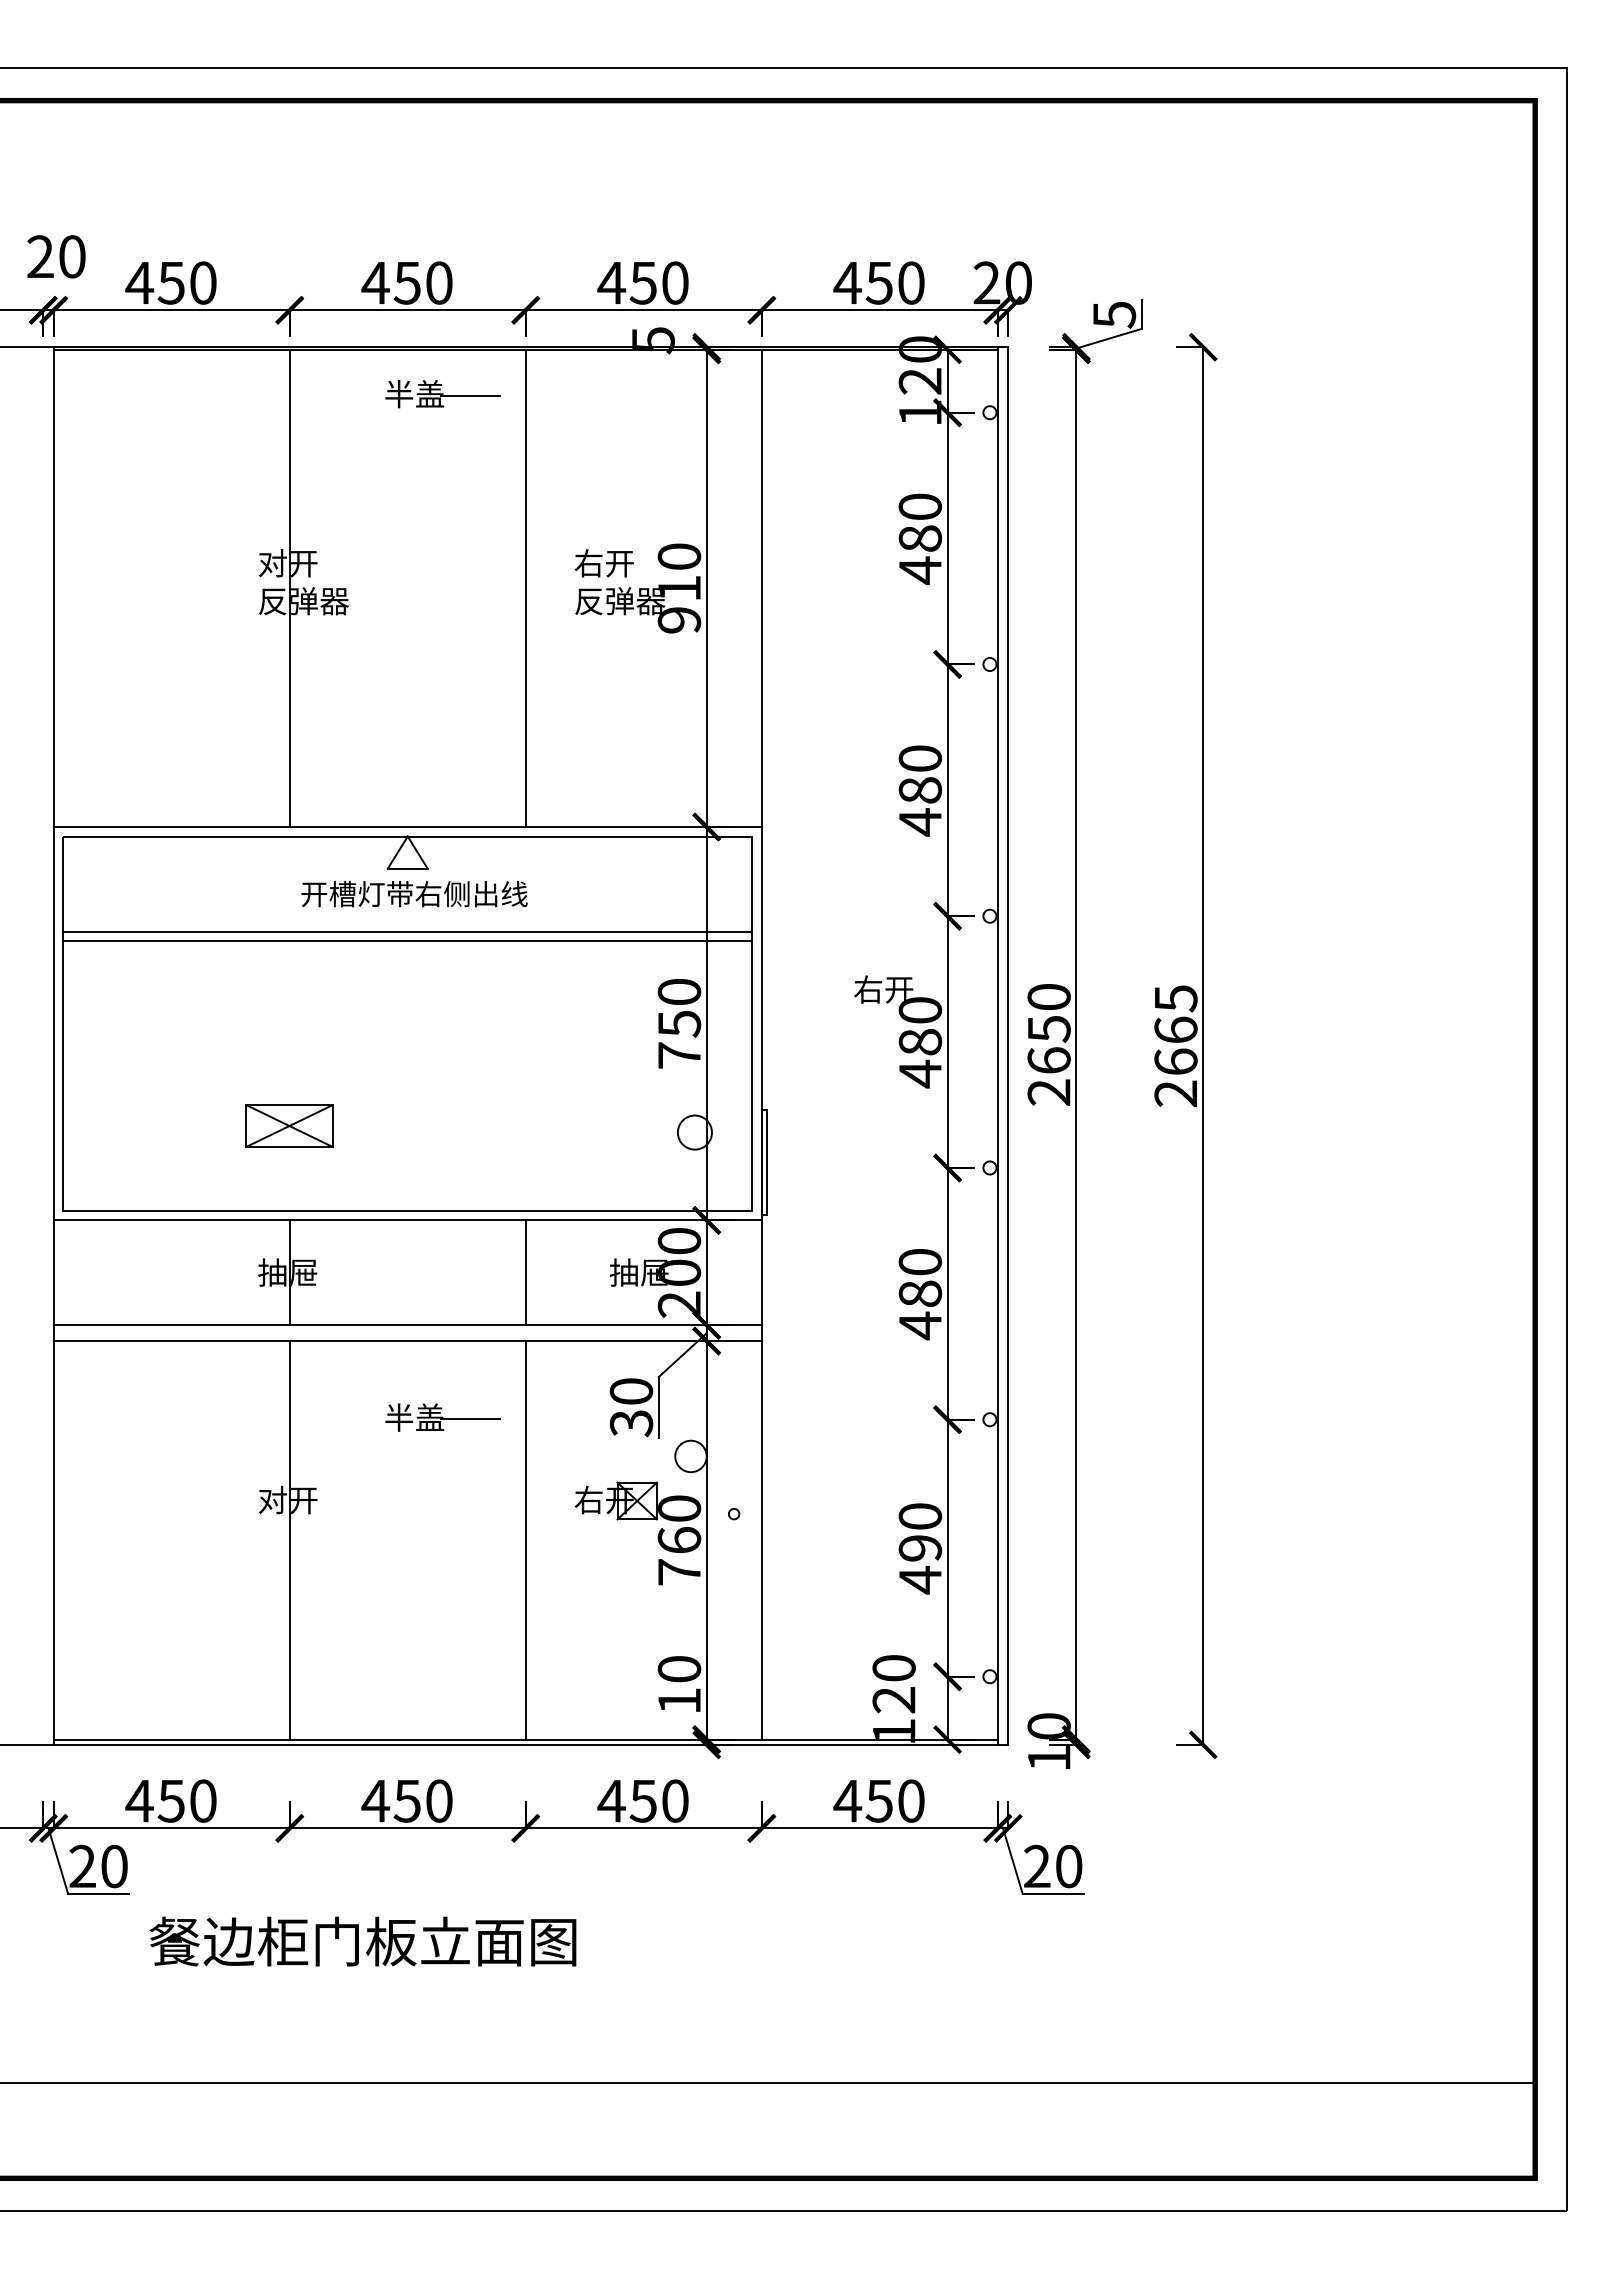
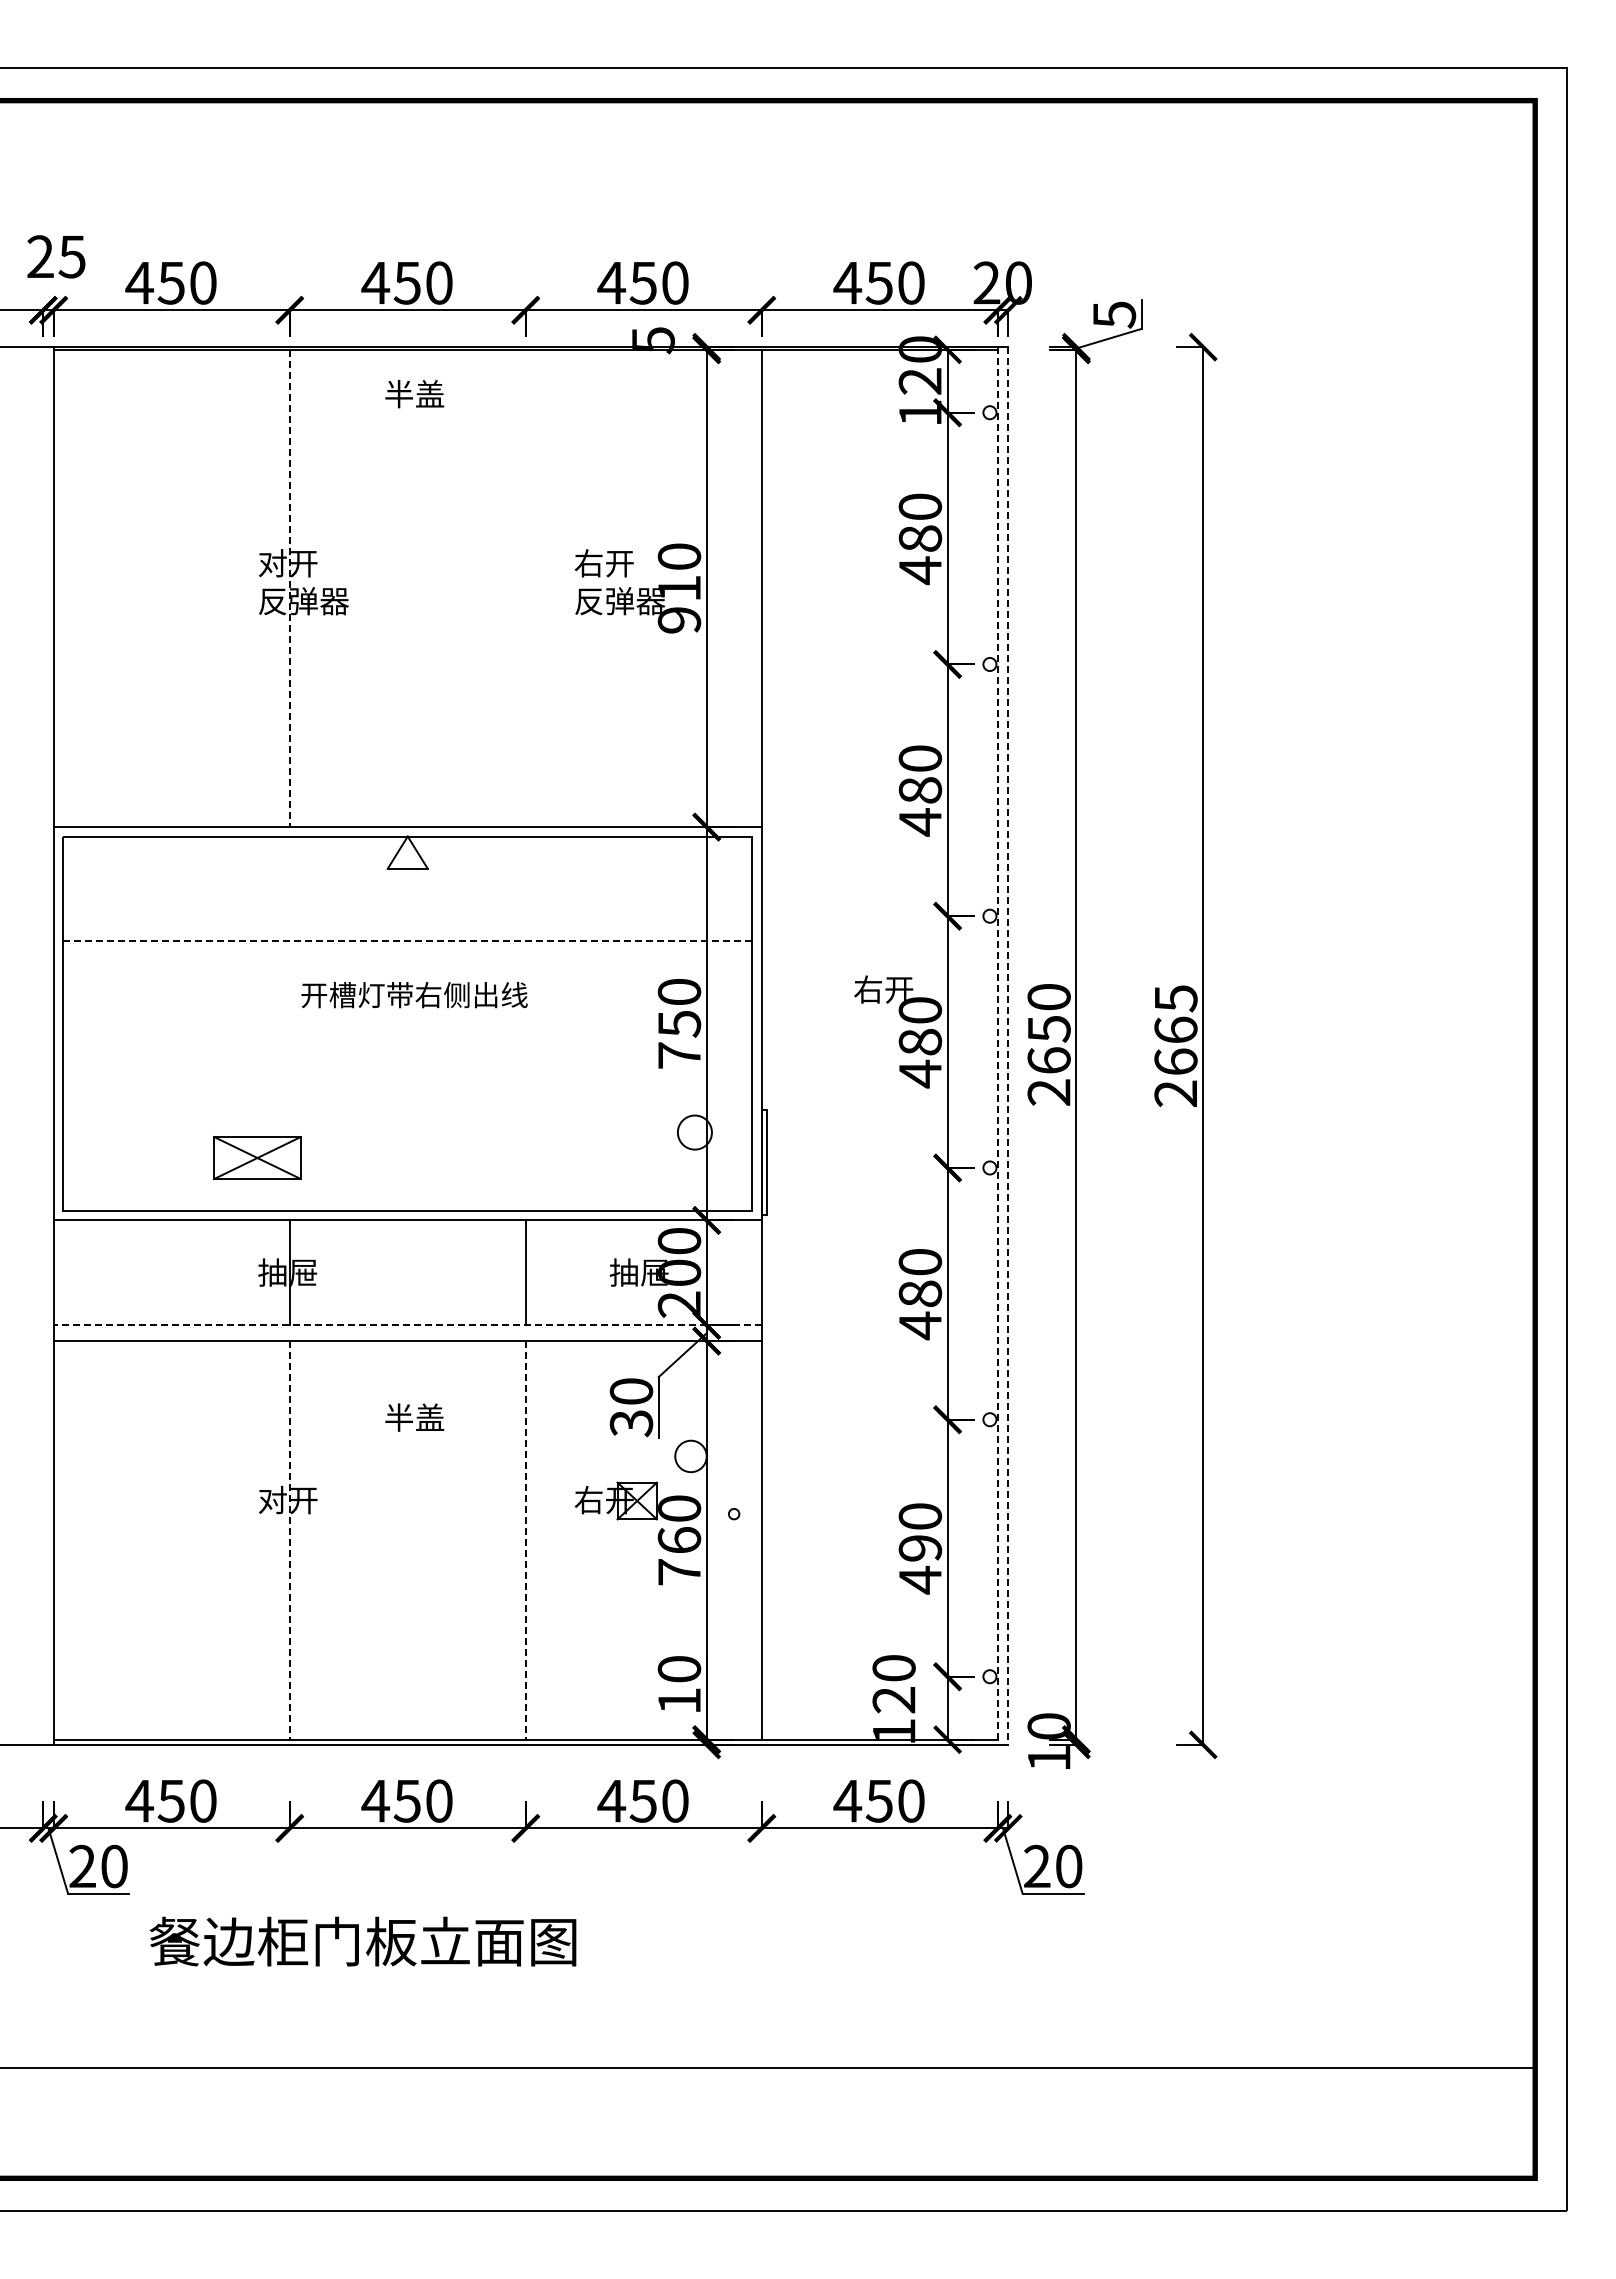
text at (71, 256): 20 -> 25
line at (469, 395): present -> none
line at (289, 588): solid -> dashed
line at (525, 588): present -> none
text at (414, 893) position: (414, 893) -> (414, 994)
line at (407, 931): present -> none
line at (407, 941): solid -> dashed
line at (997, 1046): solid -> dashed
line at (1008, 1046): solid -> dashed
part at (289, 1125) position: (289, 1125) -> (257, 1157)
line at (407, 1325): solid -> dashed
line at (469, 1419): present -> none
line at (289, 1540): solid -> dashed
line at (525, 1540): solid -> dashed
line at (768, 2082) position: (768, 2082) -> (768, 2067)
